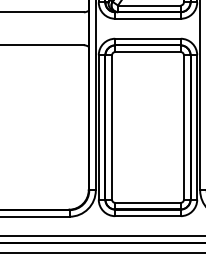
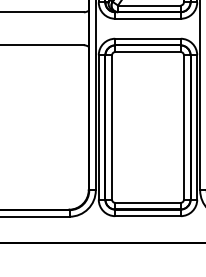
line at (102, 236): present -> none
line at (102, 252): present -> none
